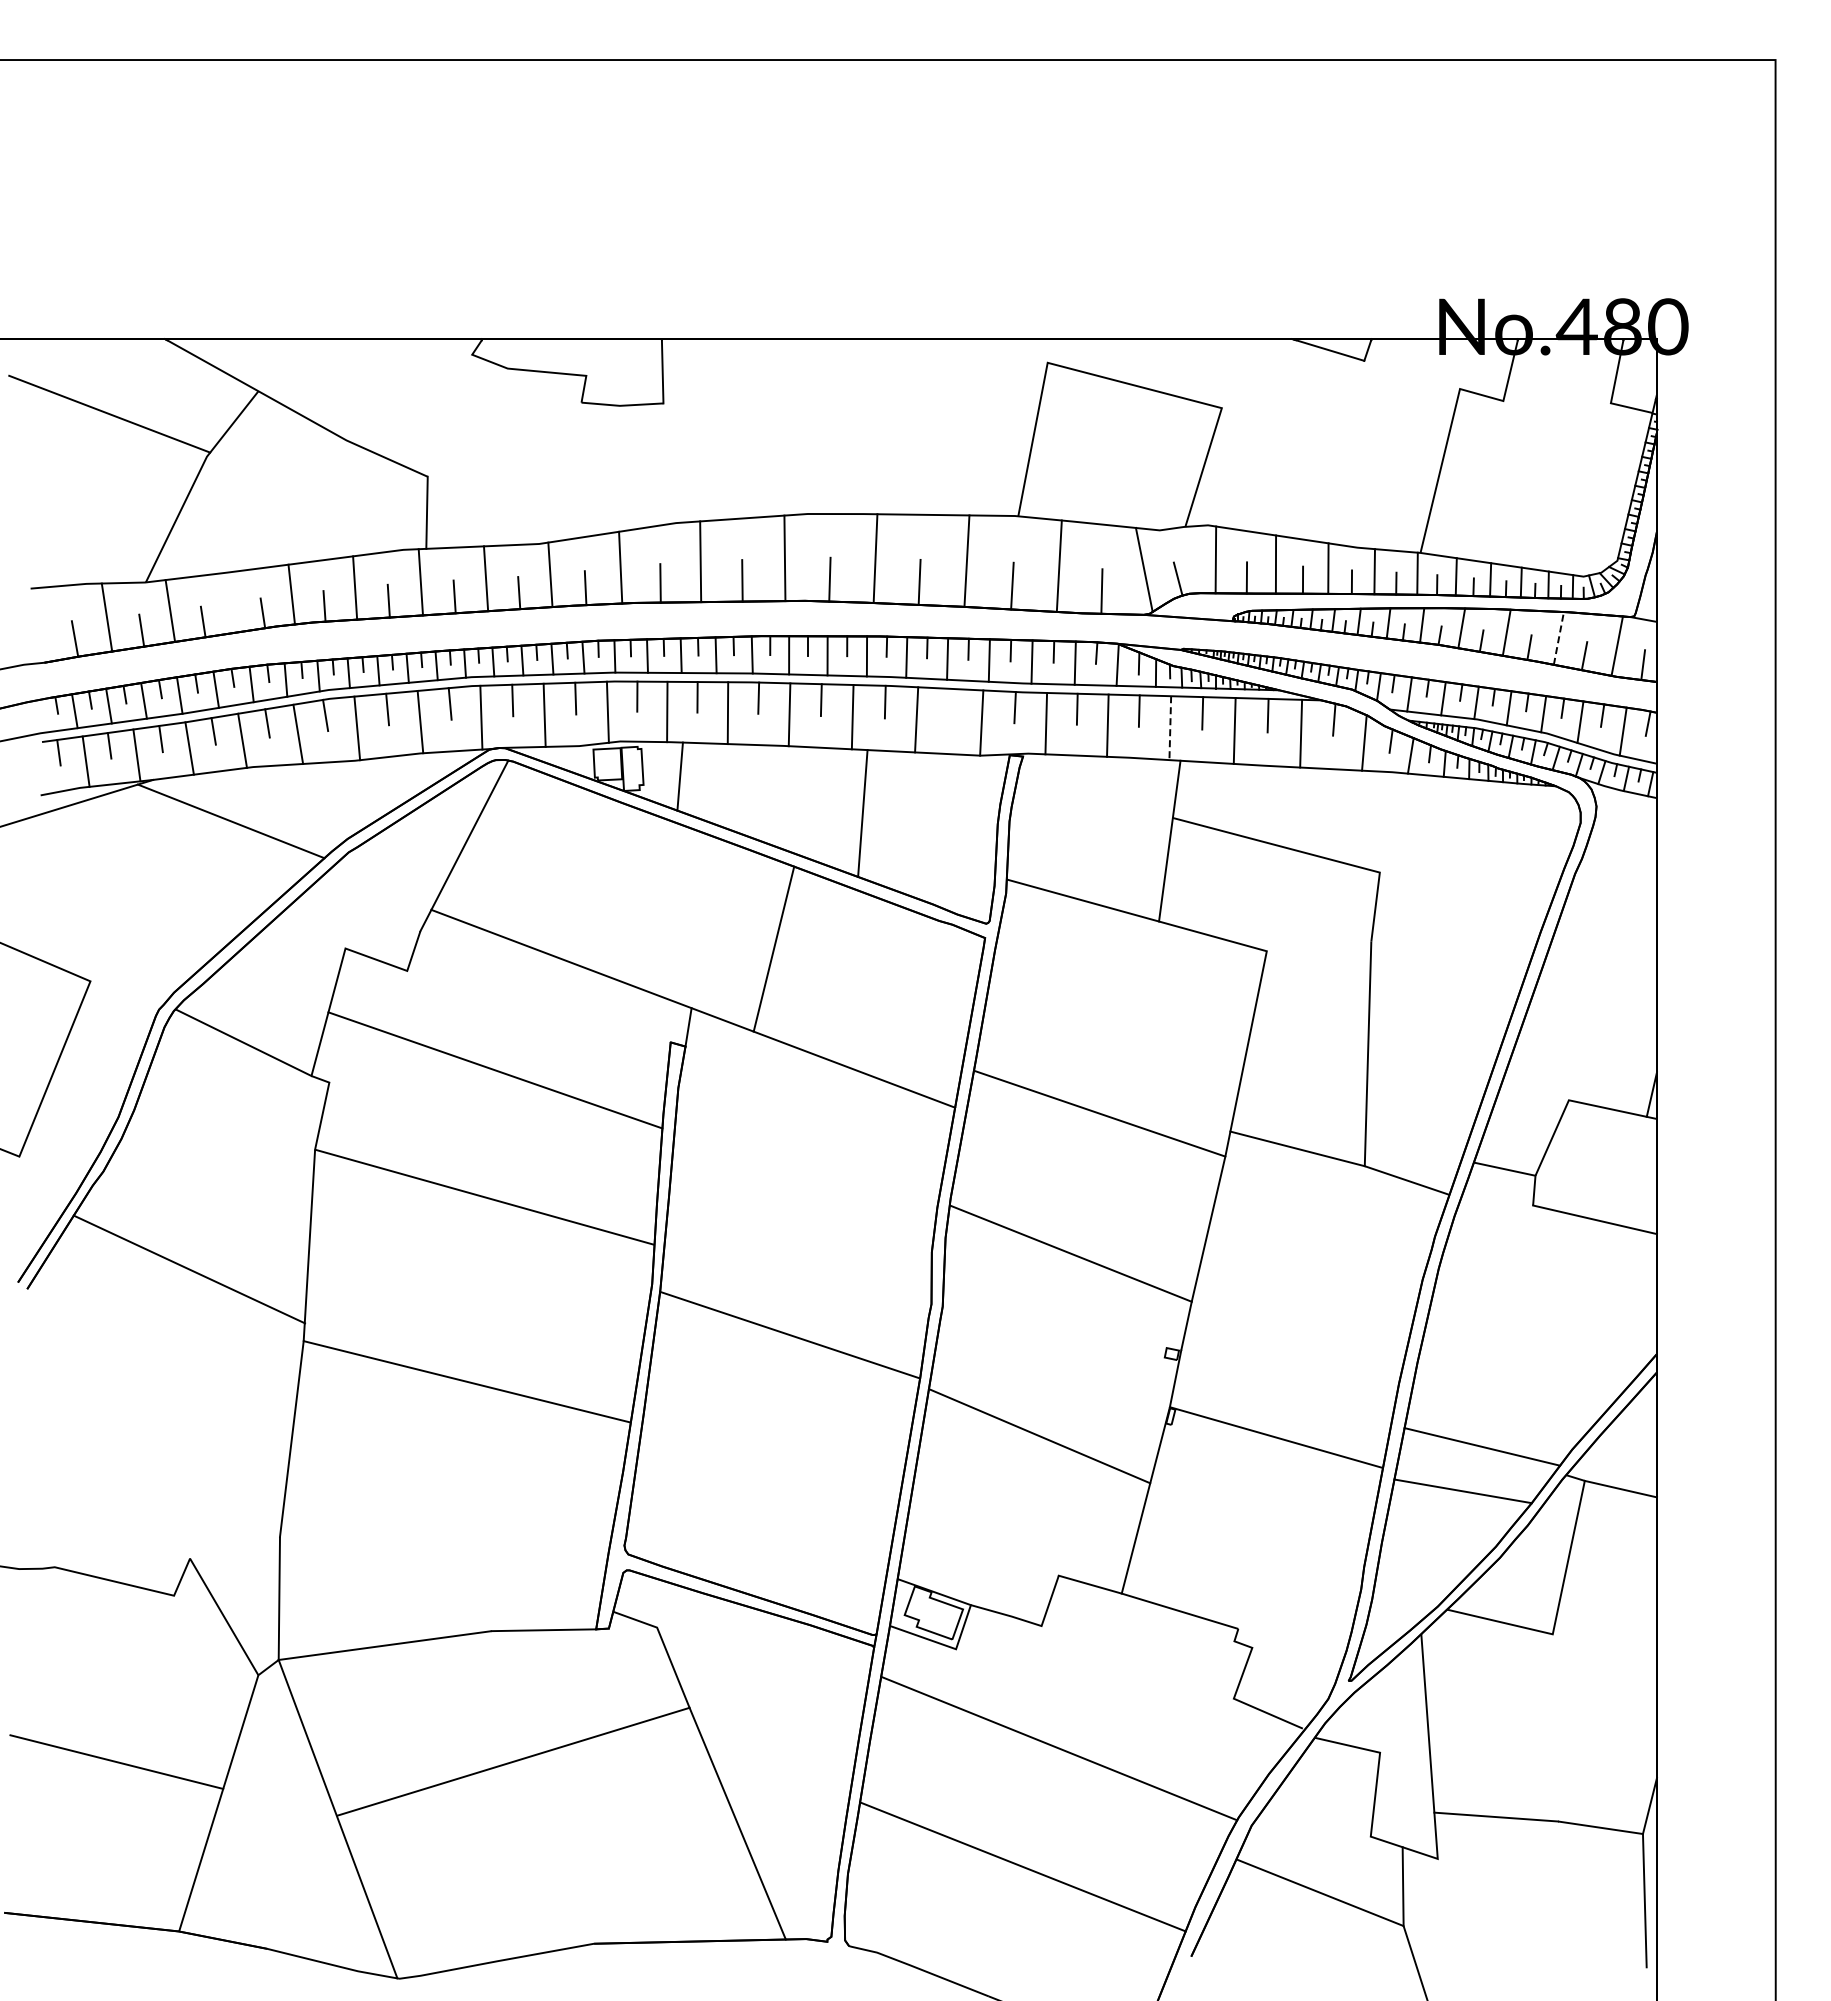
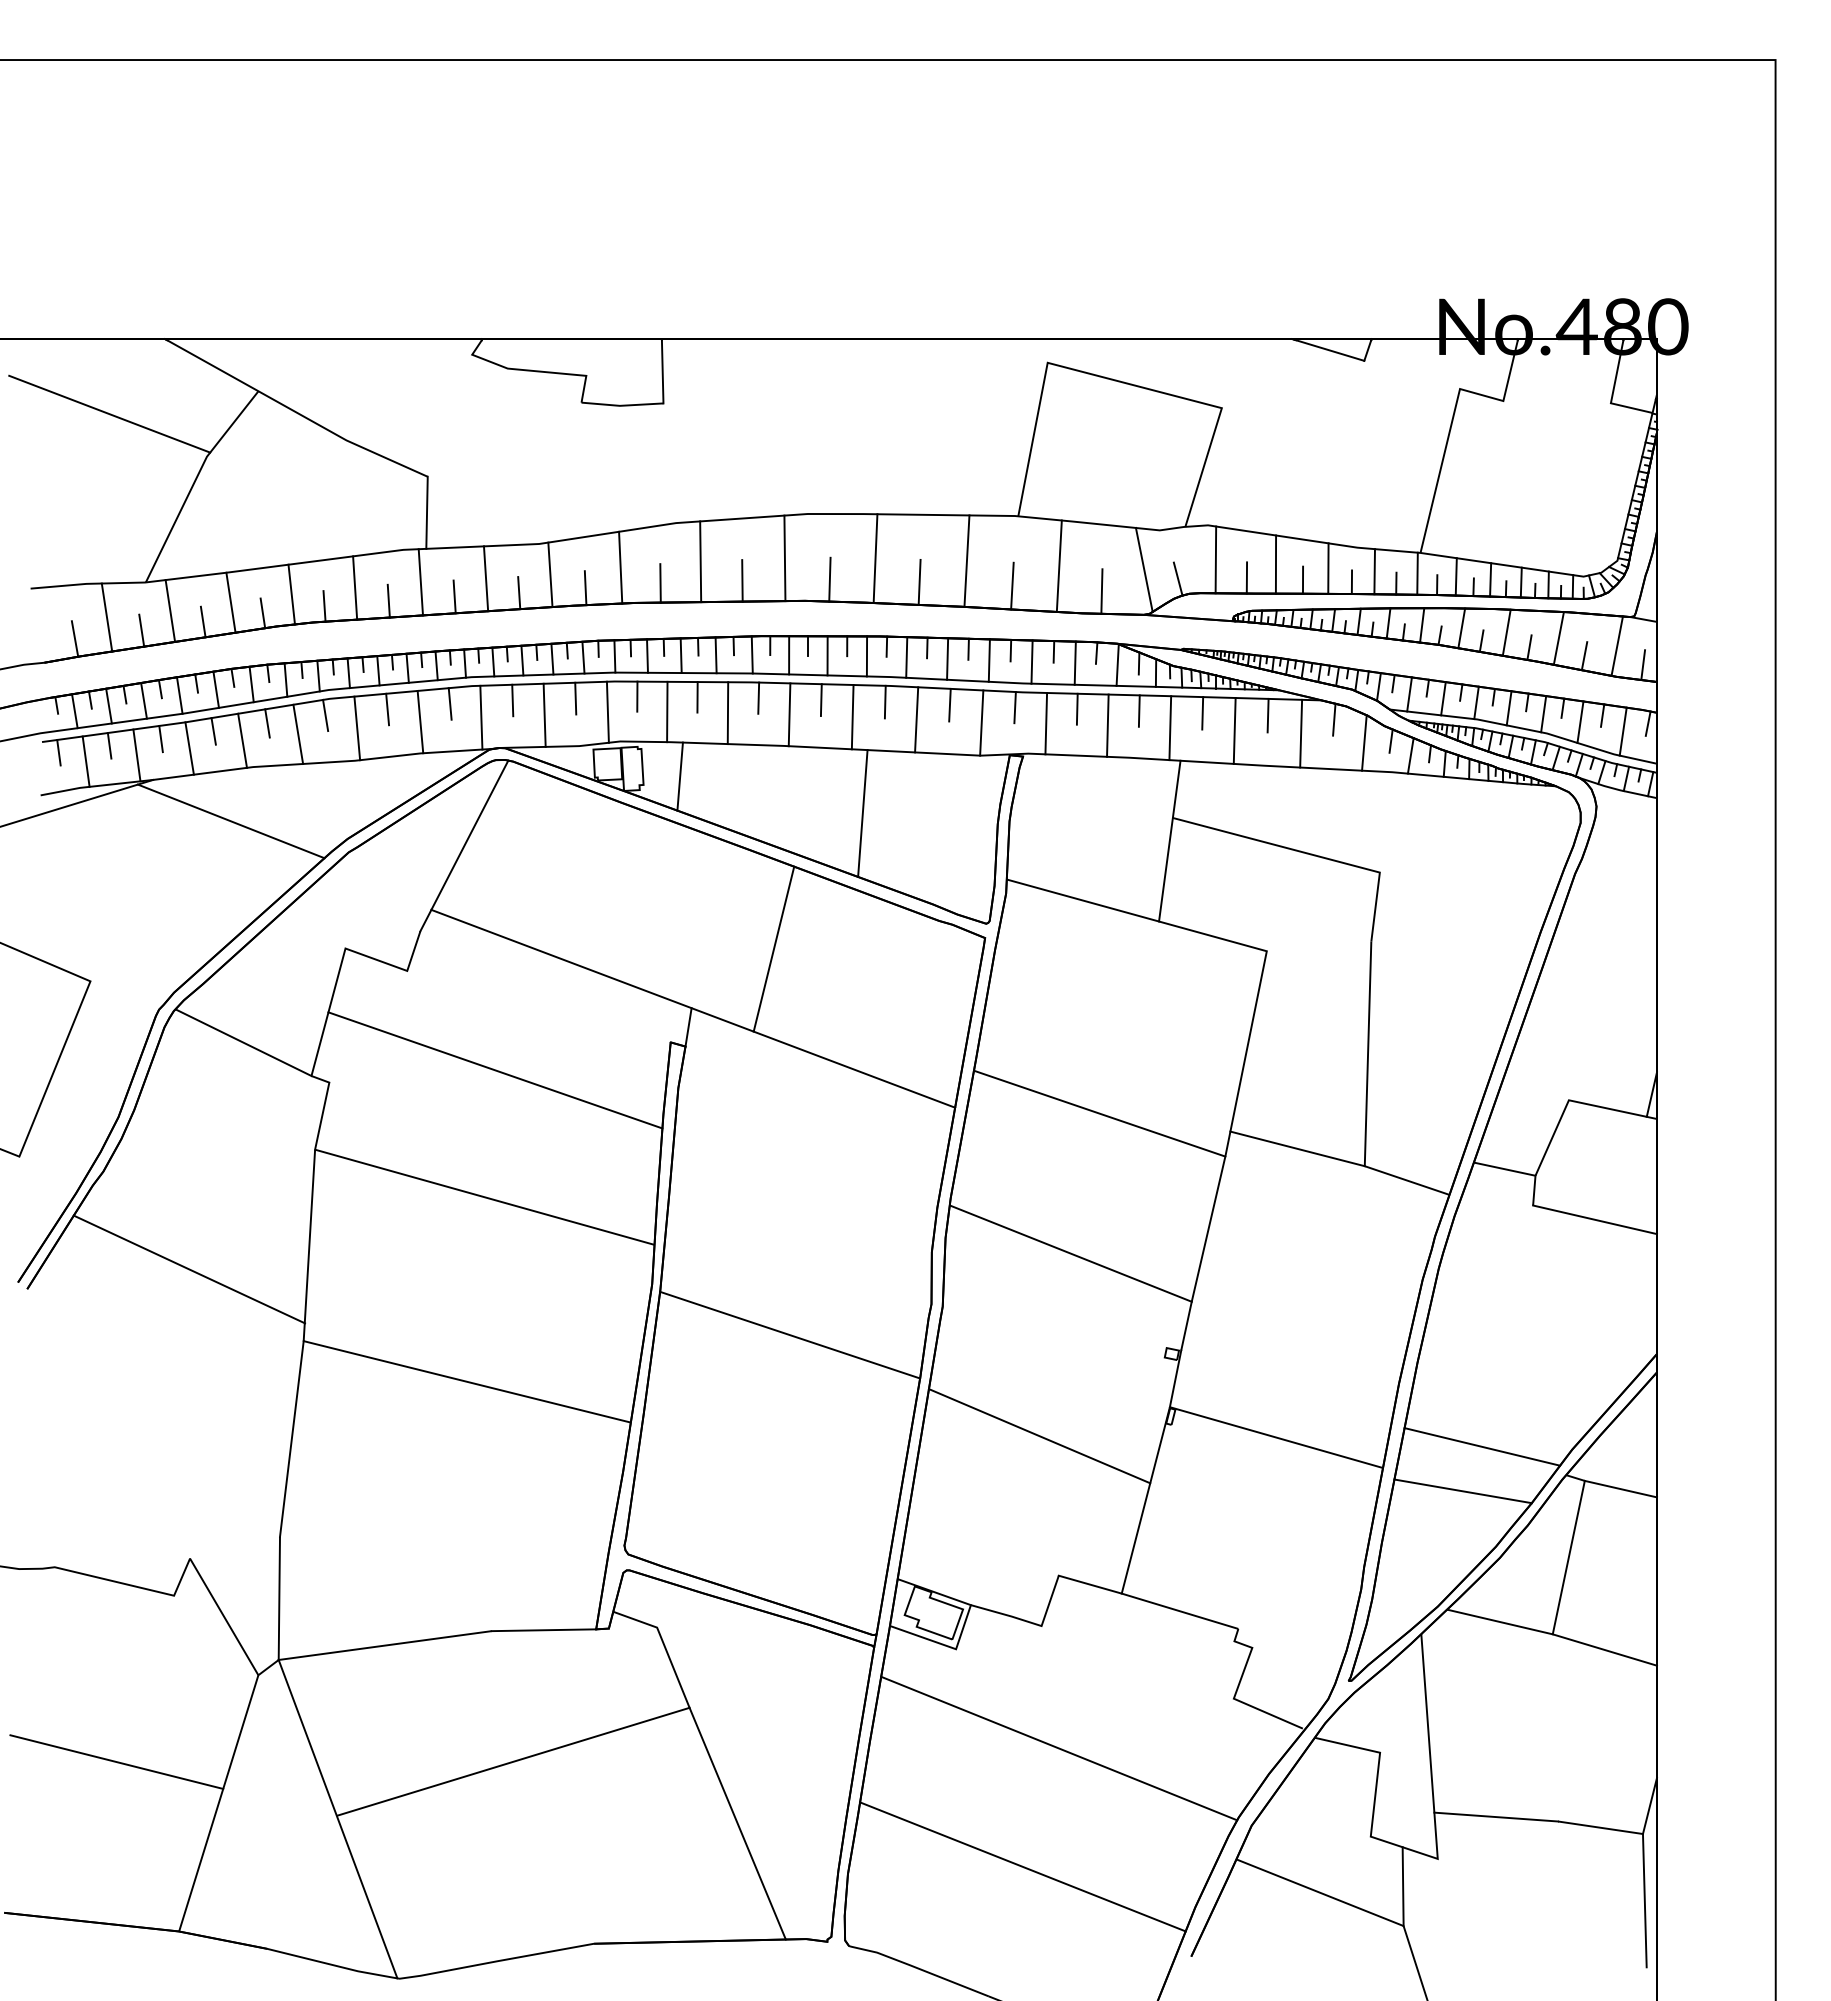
line at (230, 602): none -> present
line at (1558, 638): dashed -> solid
line at (949, 704): none -> present
line at (1170, 728): dashed -> solid
line at (1604, 1649): none -> present
